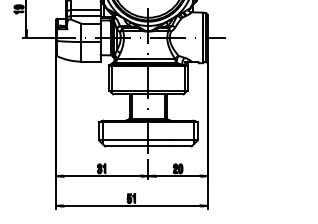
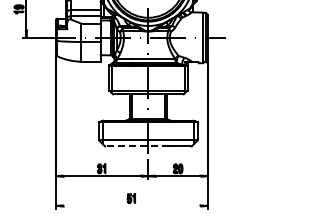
line at (136, 146): solid -> dashed
line at (131, 205): present -> none
